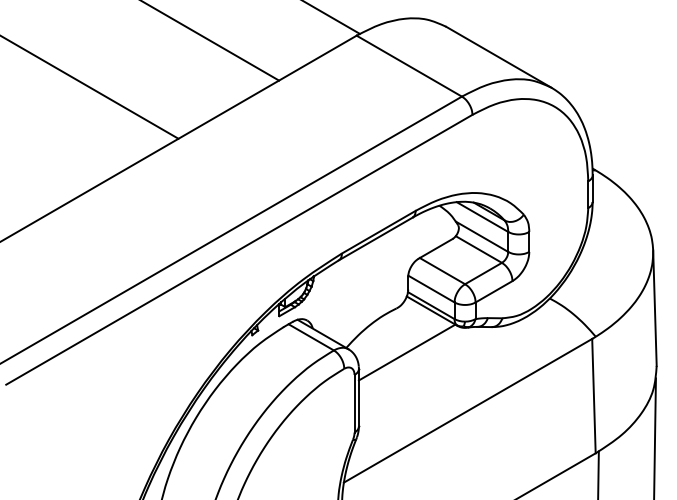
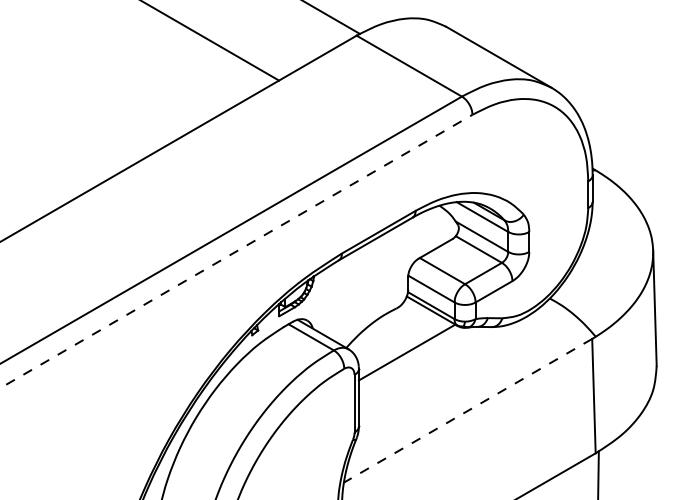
line at (90, 87): present -> none
line at (239, 249): solid -> dashed
line at (467, 411): solid -> dashed
line at (654, 437): present -> none
